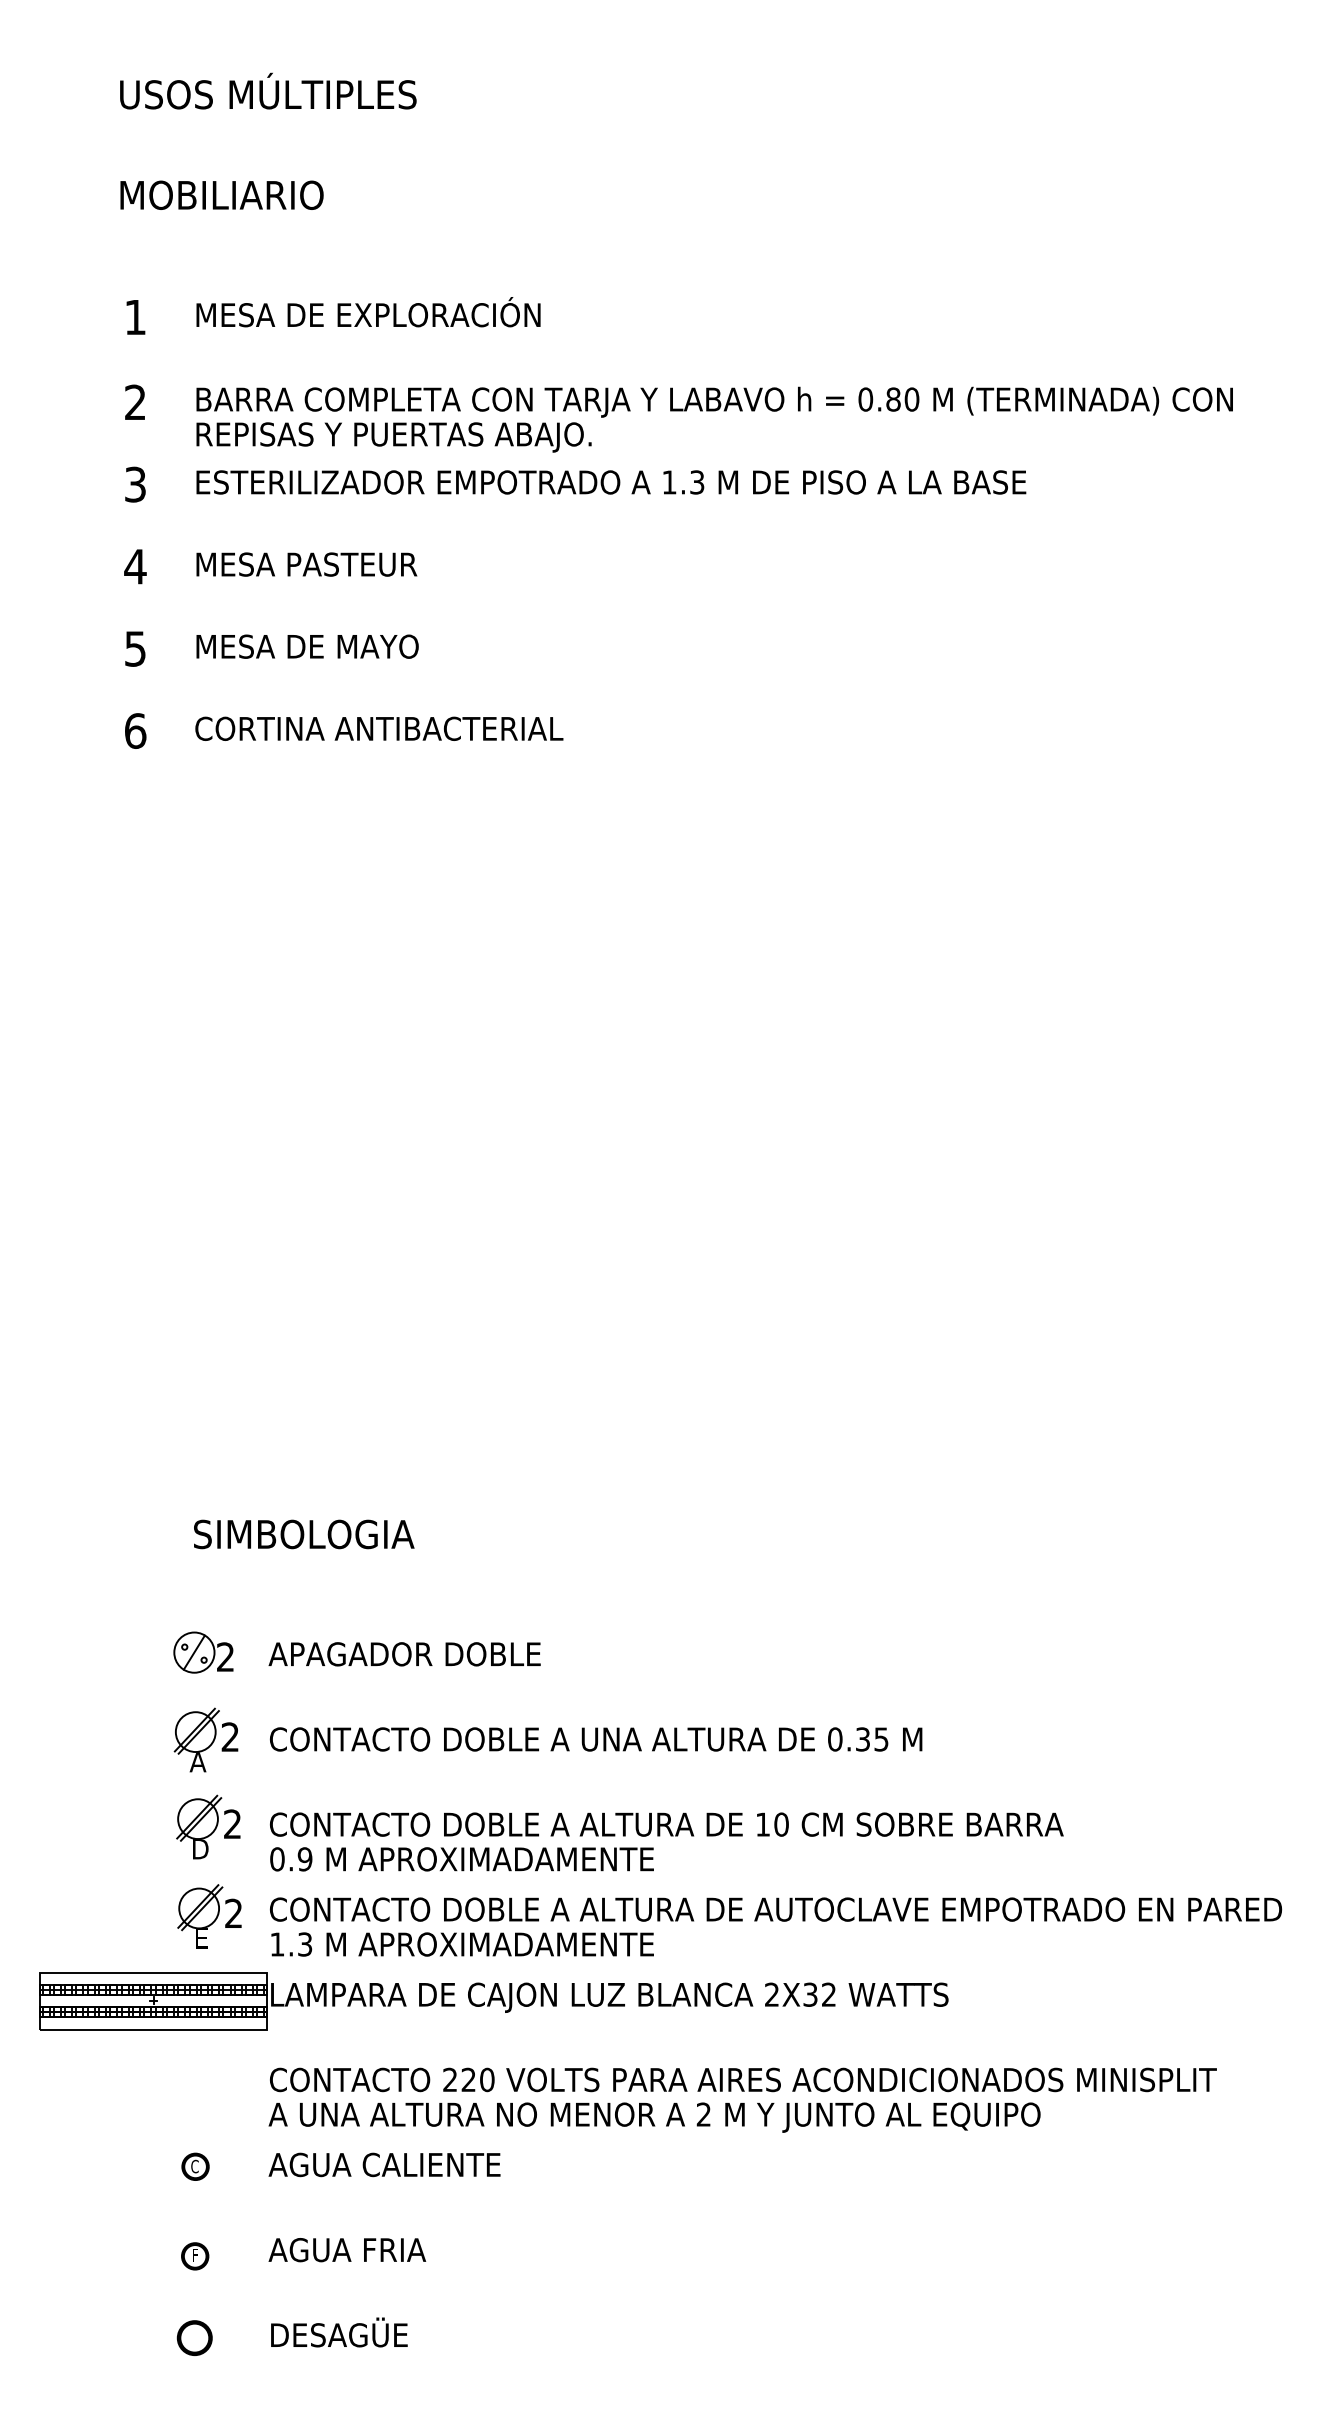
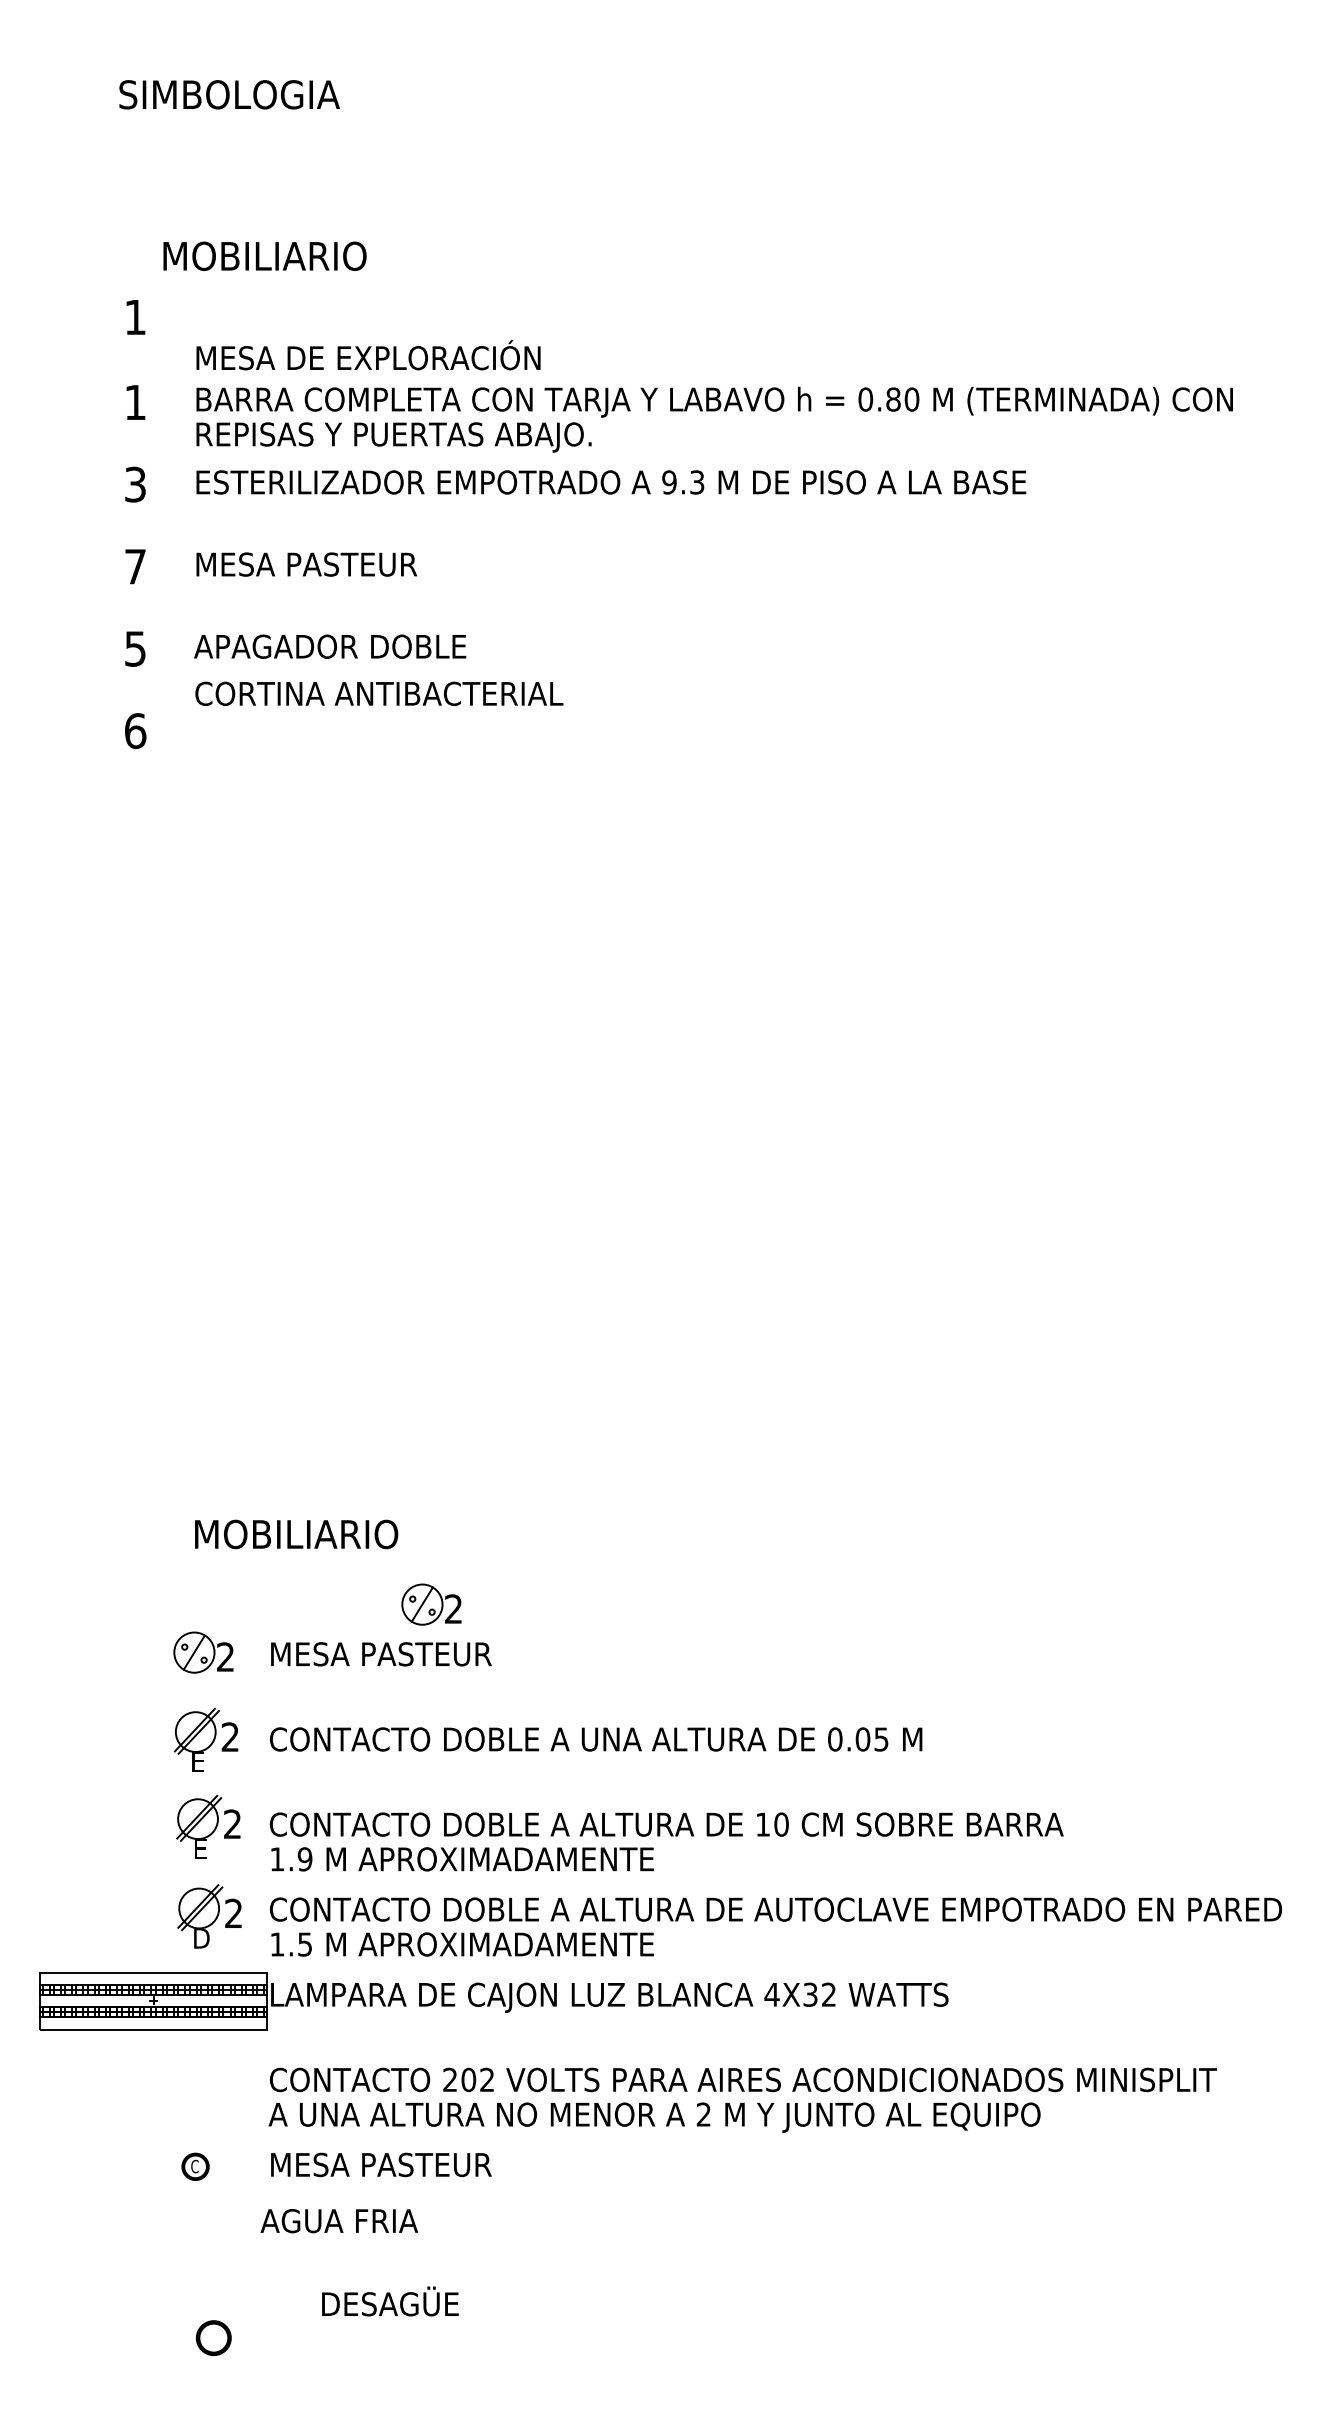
text at (267, 90): USOS MÚLTIPLES -> SIMBOLOGIA
text at (221, 194) position: (221, 194) -> (264, 255)
text at (368, 312) position: (368, 312) -> (368, 355)
text at (135, 401): 2 -> 1
text at (669, 482): 1.3 -> 9.3
text at (135, 566): 4 -> 7
text at (330, 646): MESA DE MAYO -> APAGADOR DOBLE
text at (379, 728) position: (379, 728) -> (379, 693)
text at (304, 1534): SIMBOLOGIA -> MOBILIARIO
part at (431, 1604): none -> present
text at (404, 1654): APAGADOR DOBLE -> MESA PASTEUR
text at (862, 1739): 0.35 -> 0.05
text at (197, 1762): A -> E
text at (200, 1849): D -> E
text at (277, 1859): 0.9 -> 1.9
text at (201, 1938): E -> D
text at (305, 1943): 1.3 -> 1.5
text at (771, 1994): 2X32 -> 4X32
text at (477, 2079): 220 -> 202
text at (384, 2164): AGUA CALIENTE -> MESA PASTEUR
text at (347, 2250) position: (347, 2250) -> (339, 2221)
part at (195, 2256): present -> none
text at (339, 2332) position: (339, 2332) -> (390, 2301)
part at (194, 2337) position: (194, 2337) -> (213, 2337)
